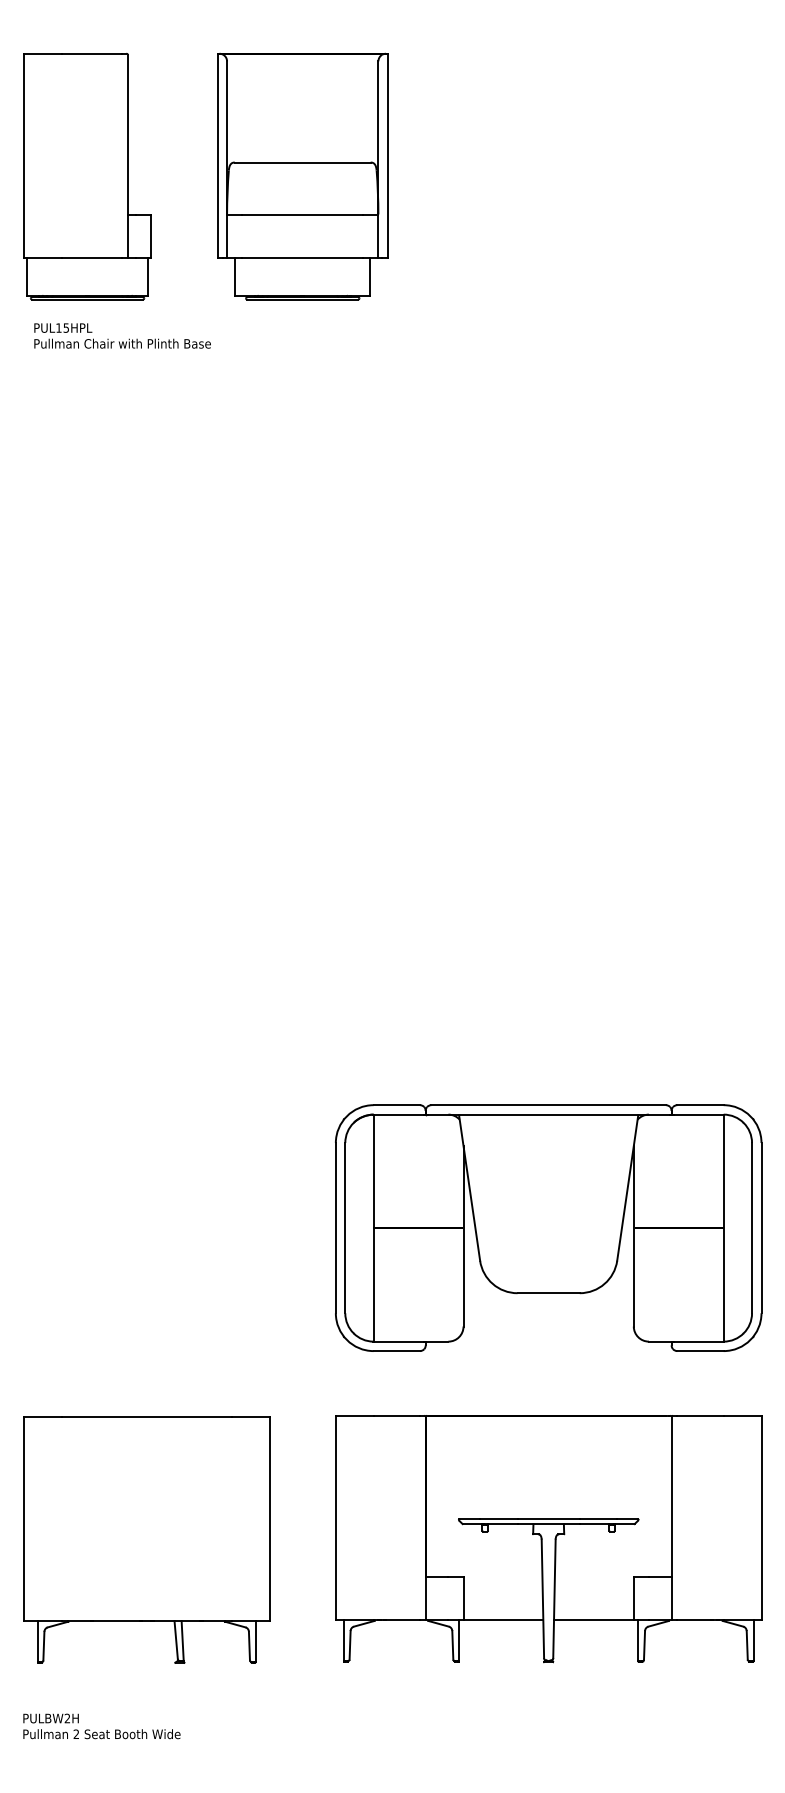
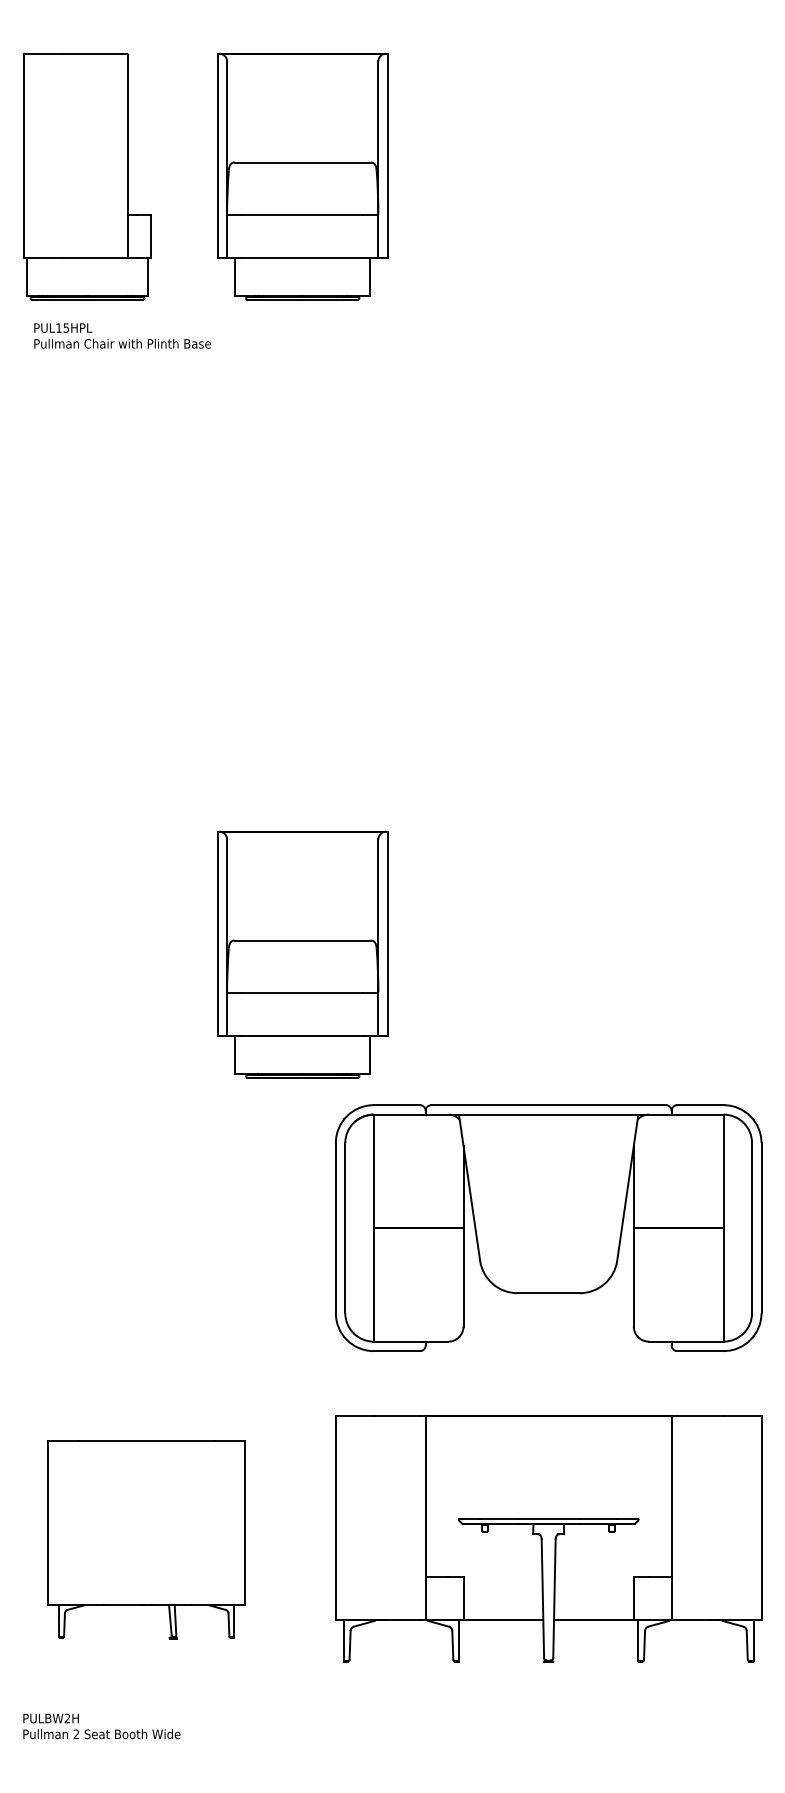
part at (302, 954): none -> present
part at (146, 1539) size: 248x248 px -> 199x200 px
